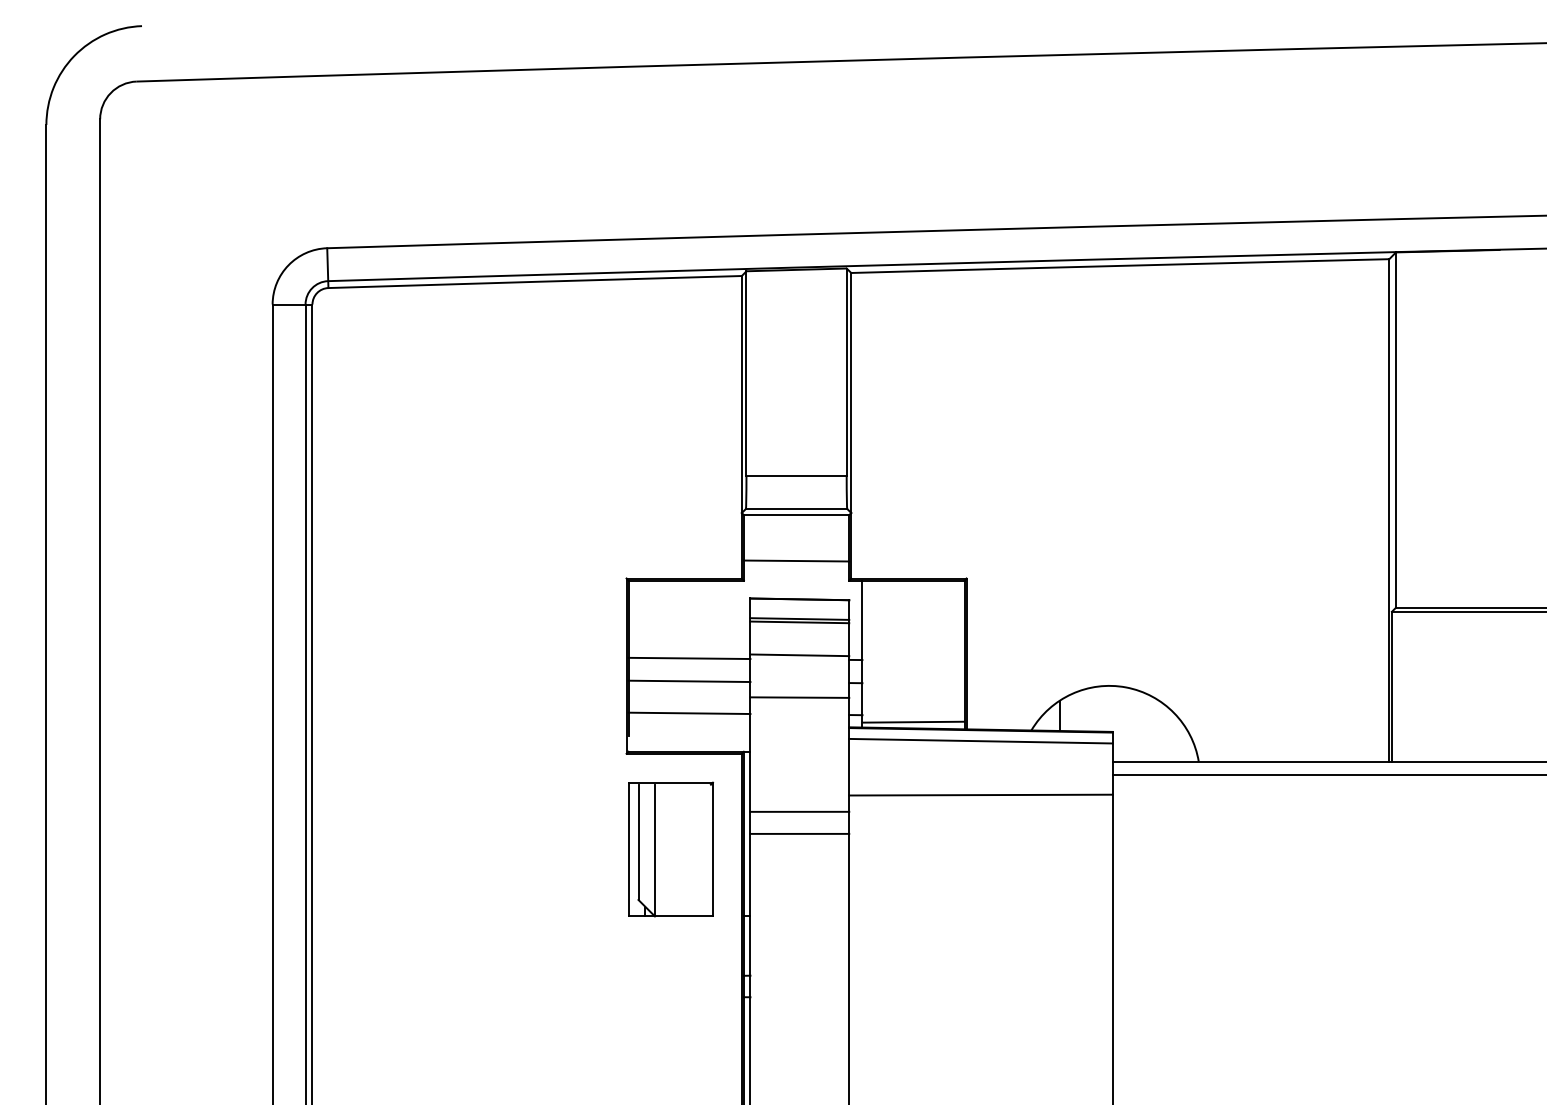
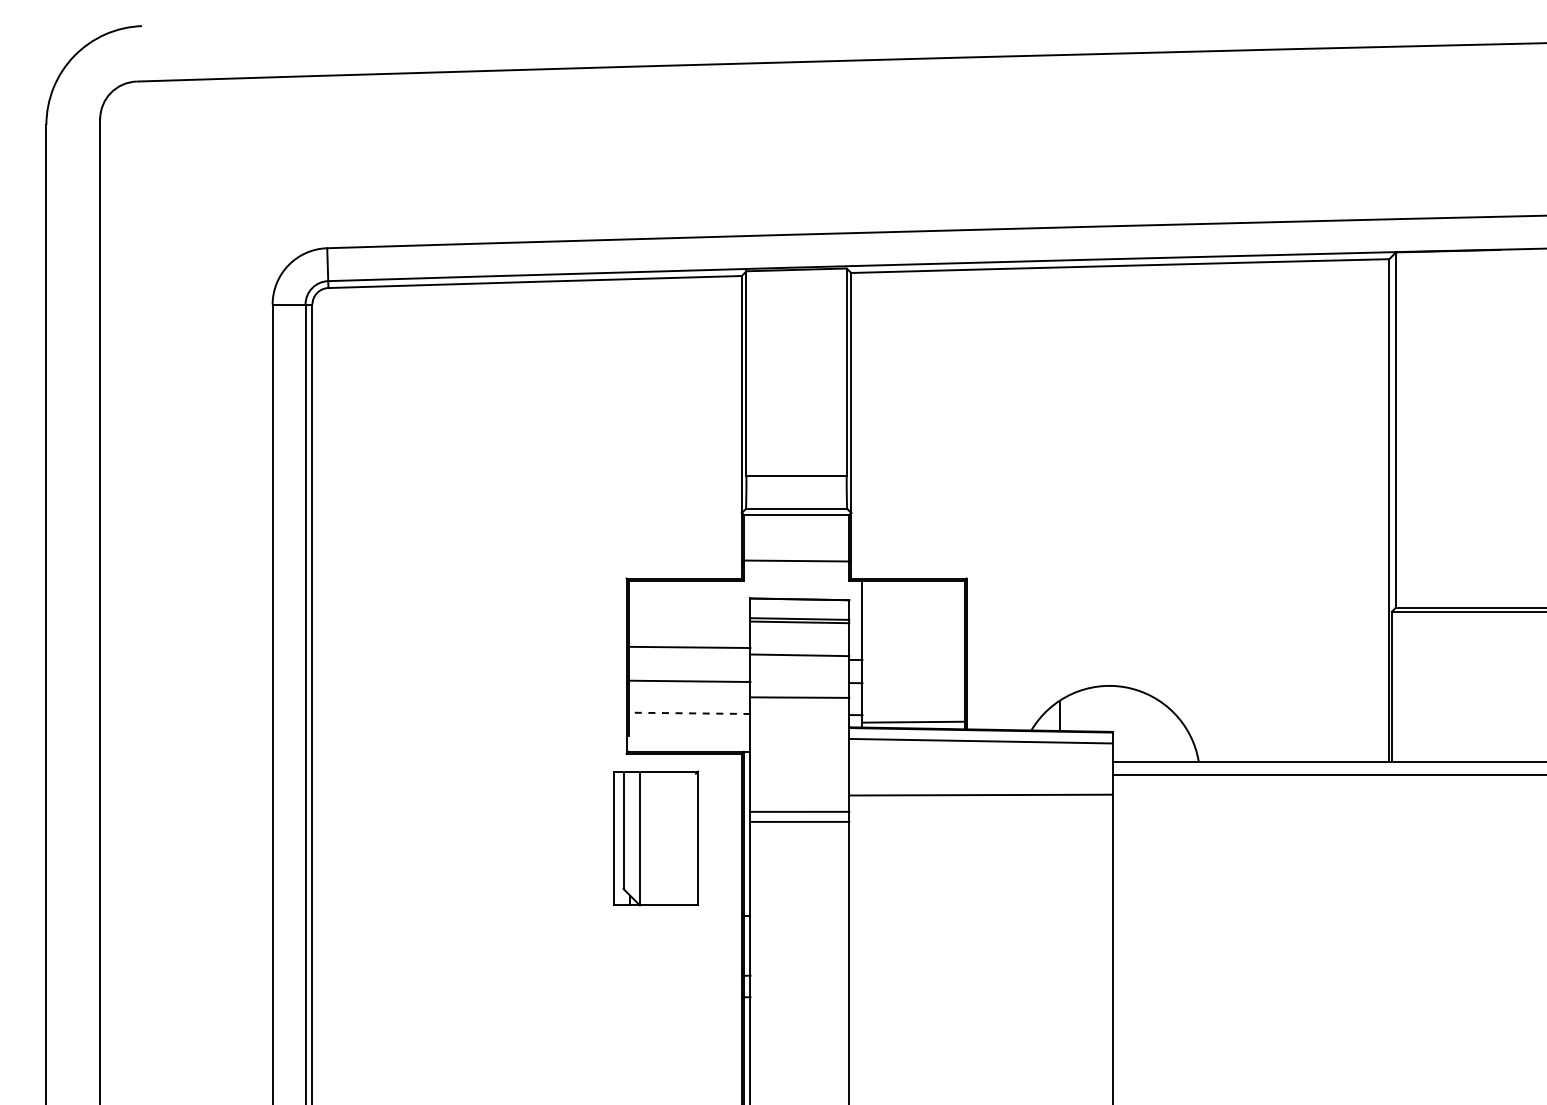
line at (689, 658) position: (689, 658) -> (689, 647)
line at (689, 713): solid -> dashed
line at (799, 833) position: (799, 833) -> (799, 821)
part at (670, 849) position: (670, 849) -> (655, 838)
